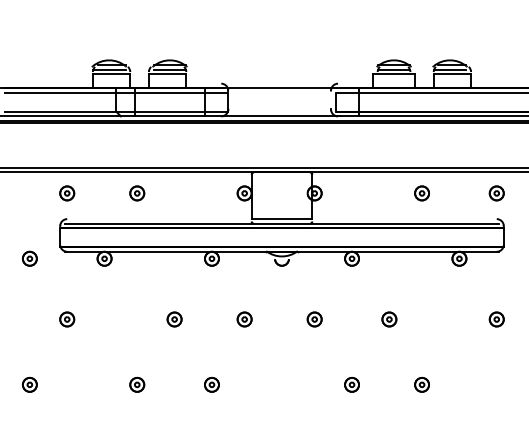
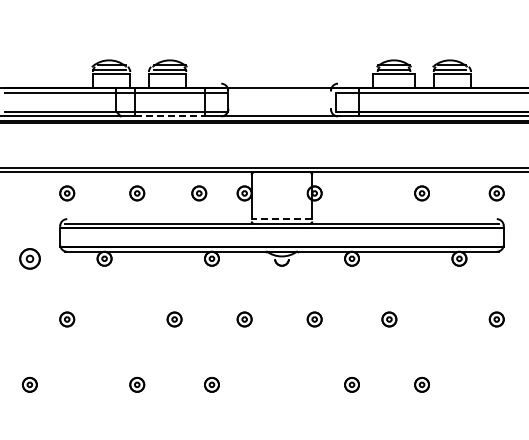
line at (170, 116): solid -> dashed
part at (199, 193): none -> present
line at (281, 219): solid -> dashed
part at (29, 258) size: 17x17 px -> 22x22 px
